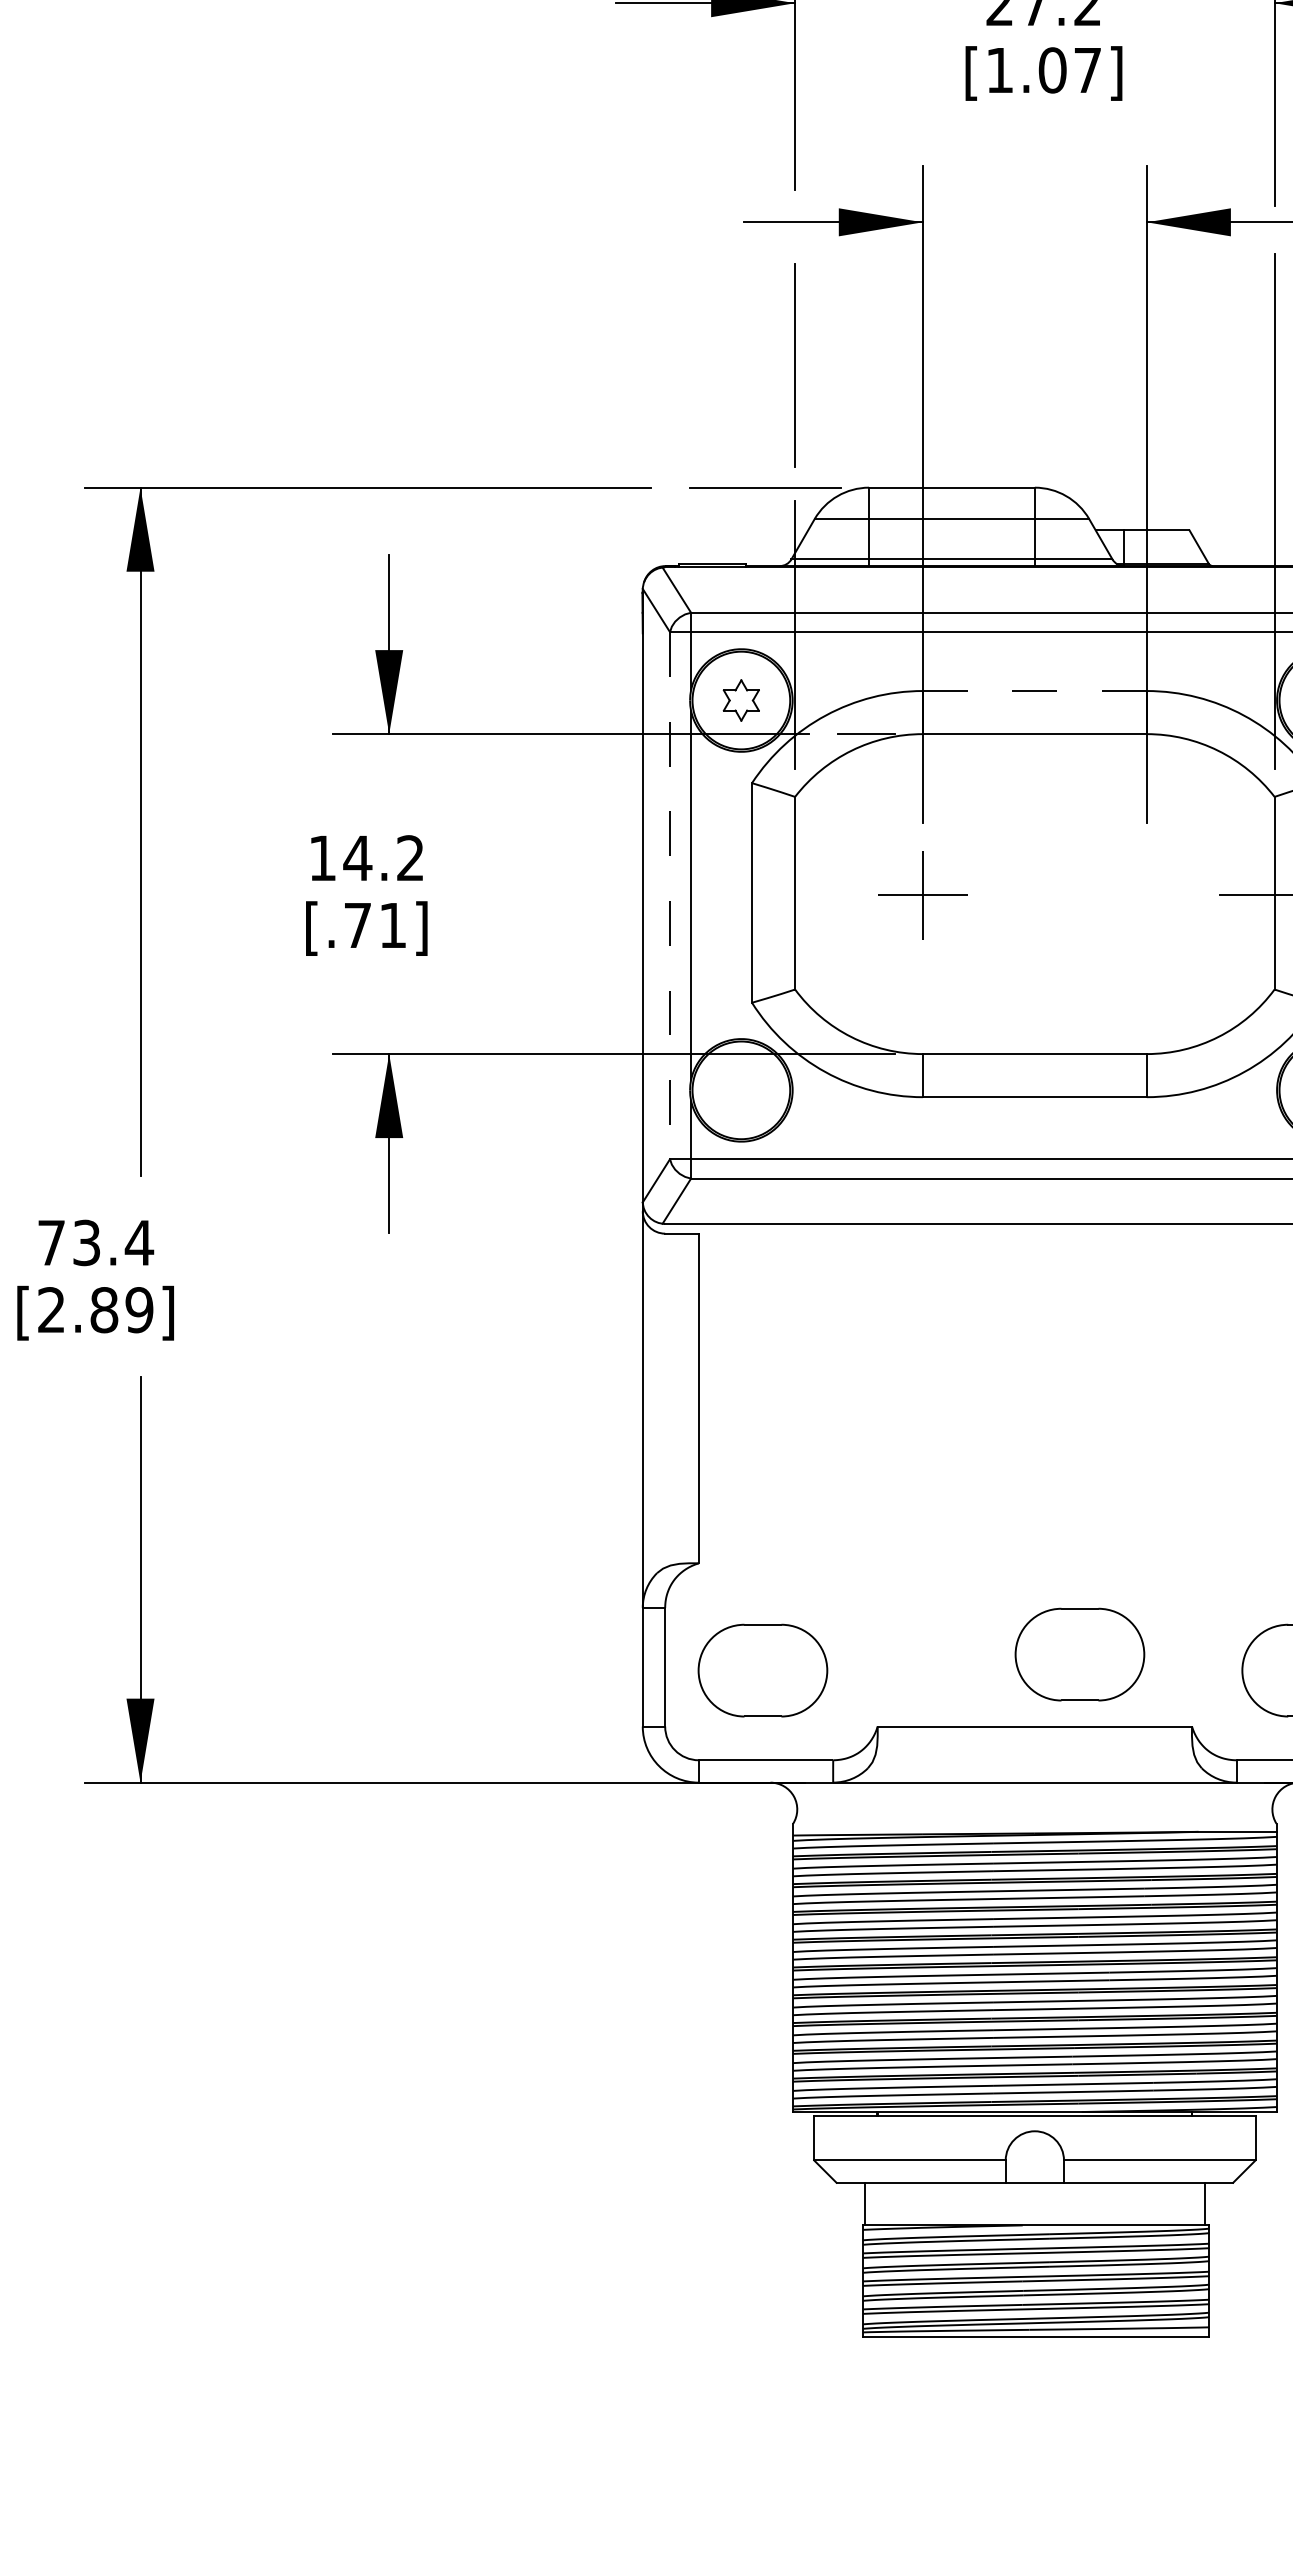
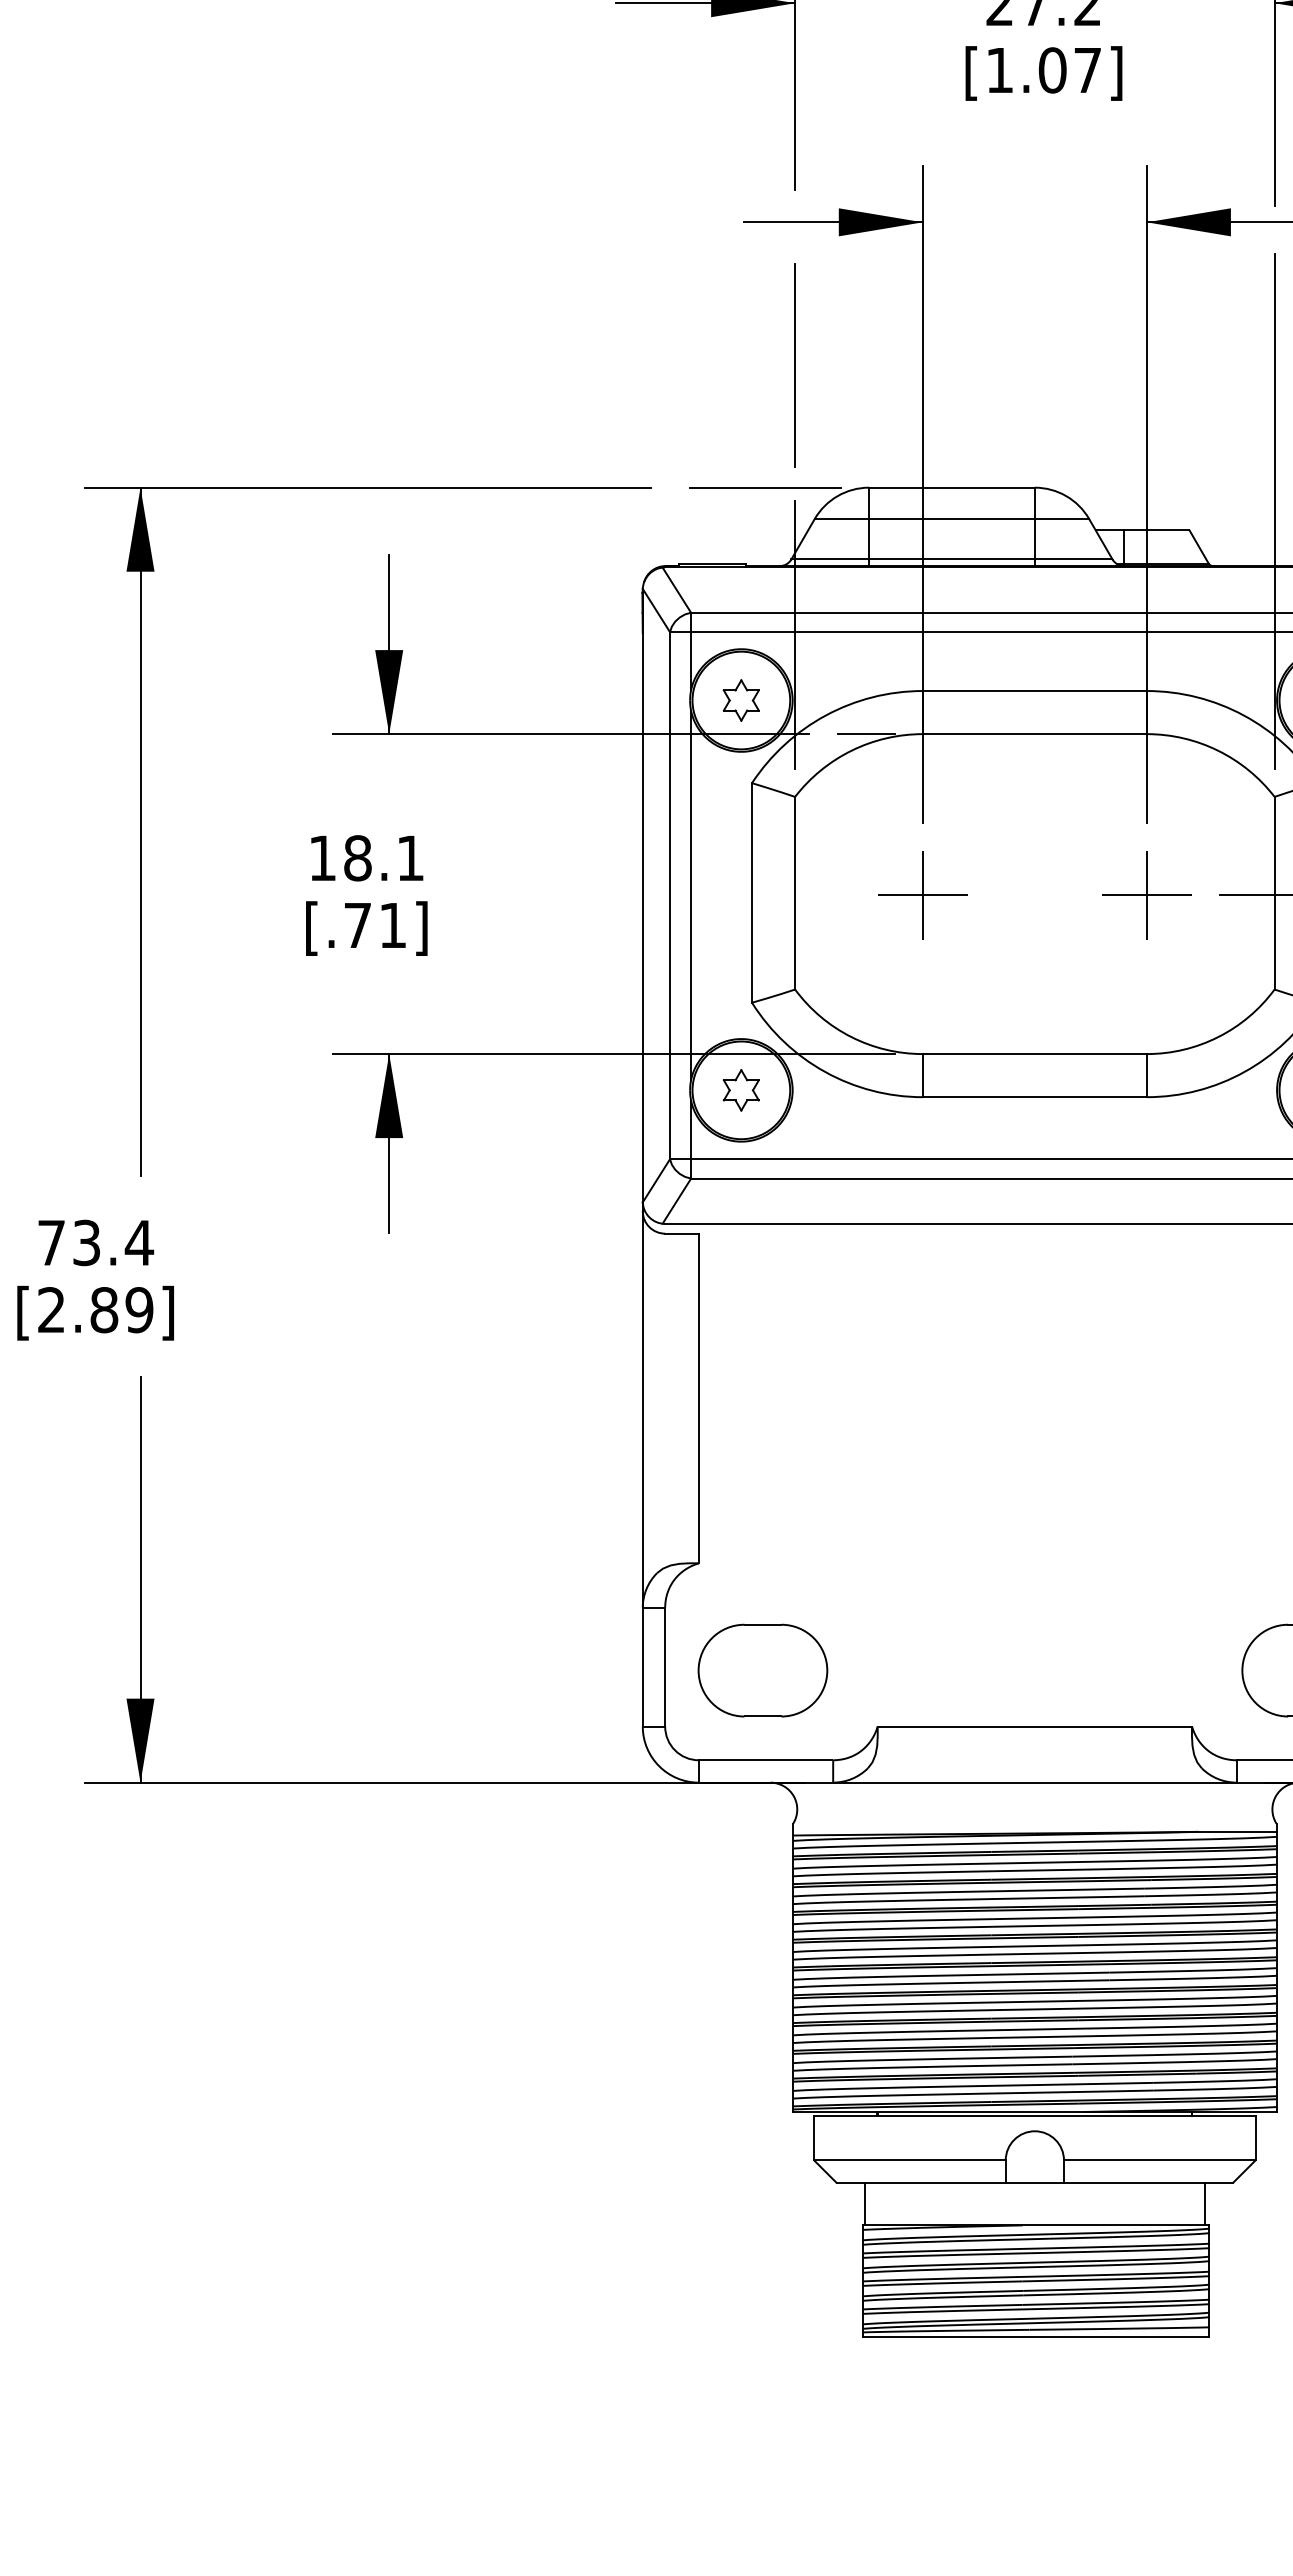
line at (1034, 691): dashed -> solid
text at (383, 858): 14.2 -> 18.1
line at (670, 895): dashed -> solid
part at (1146, 895): none -> present
part at (740, 1090): none -> present
part at (1079, 1654): present -> none
